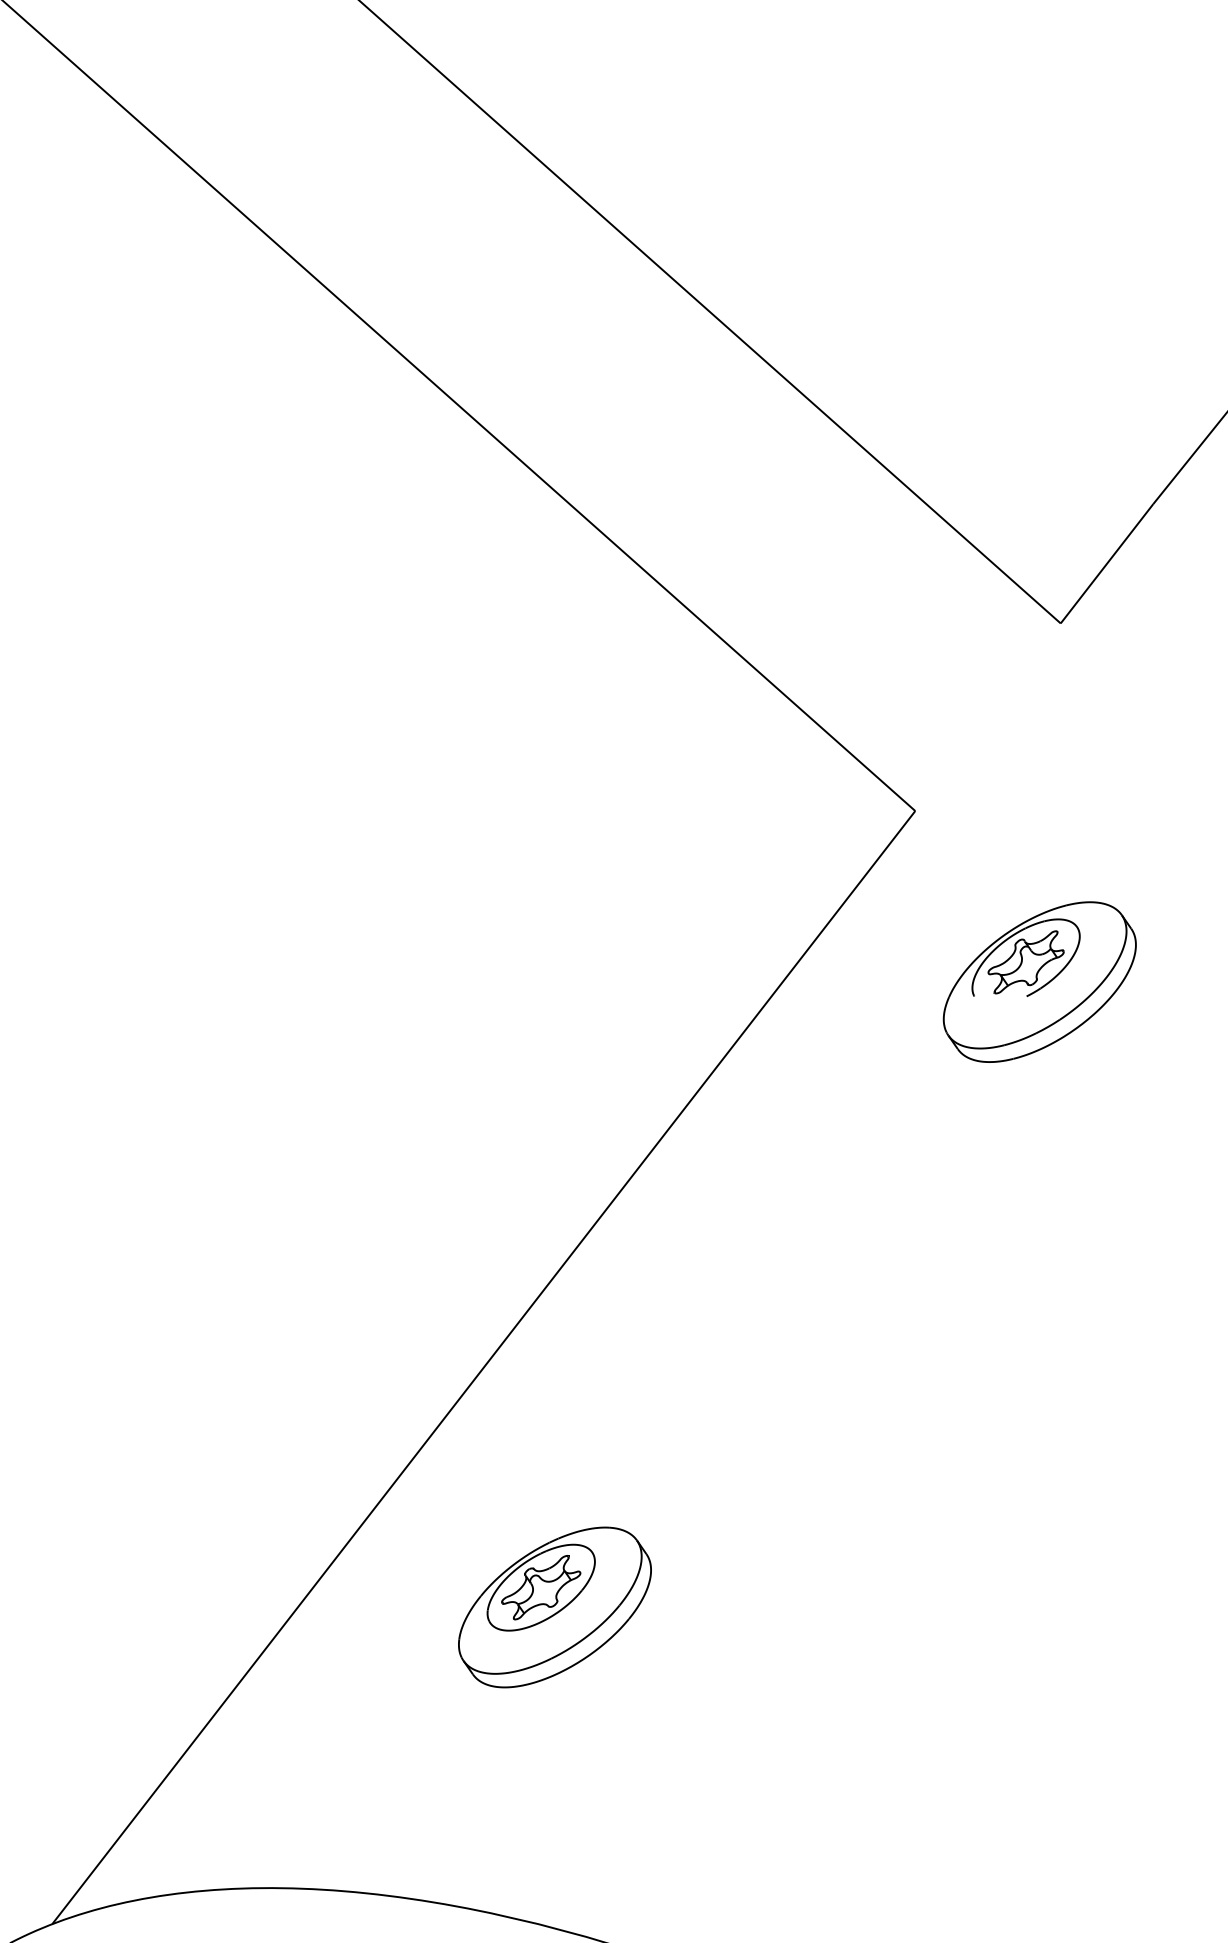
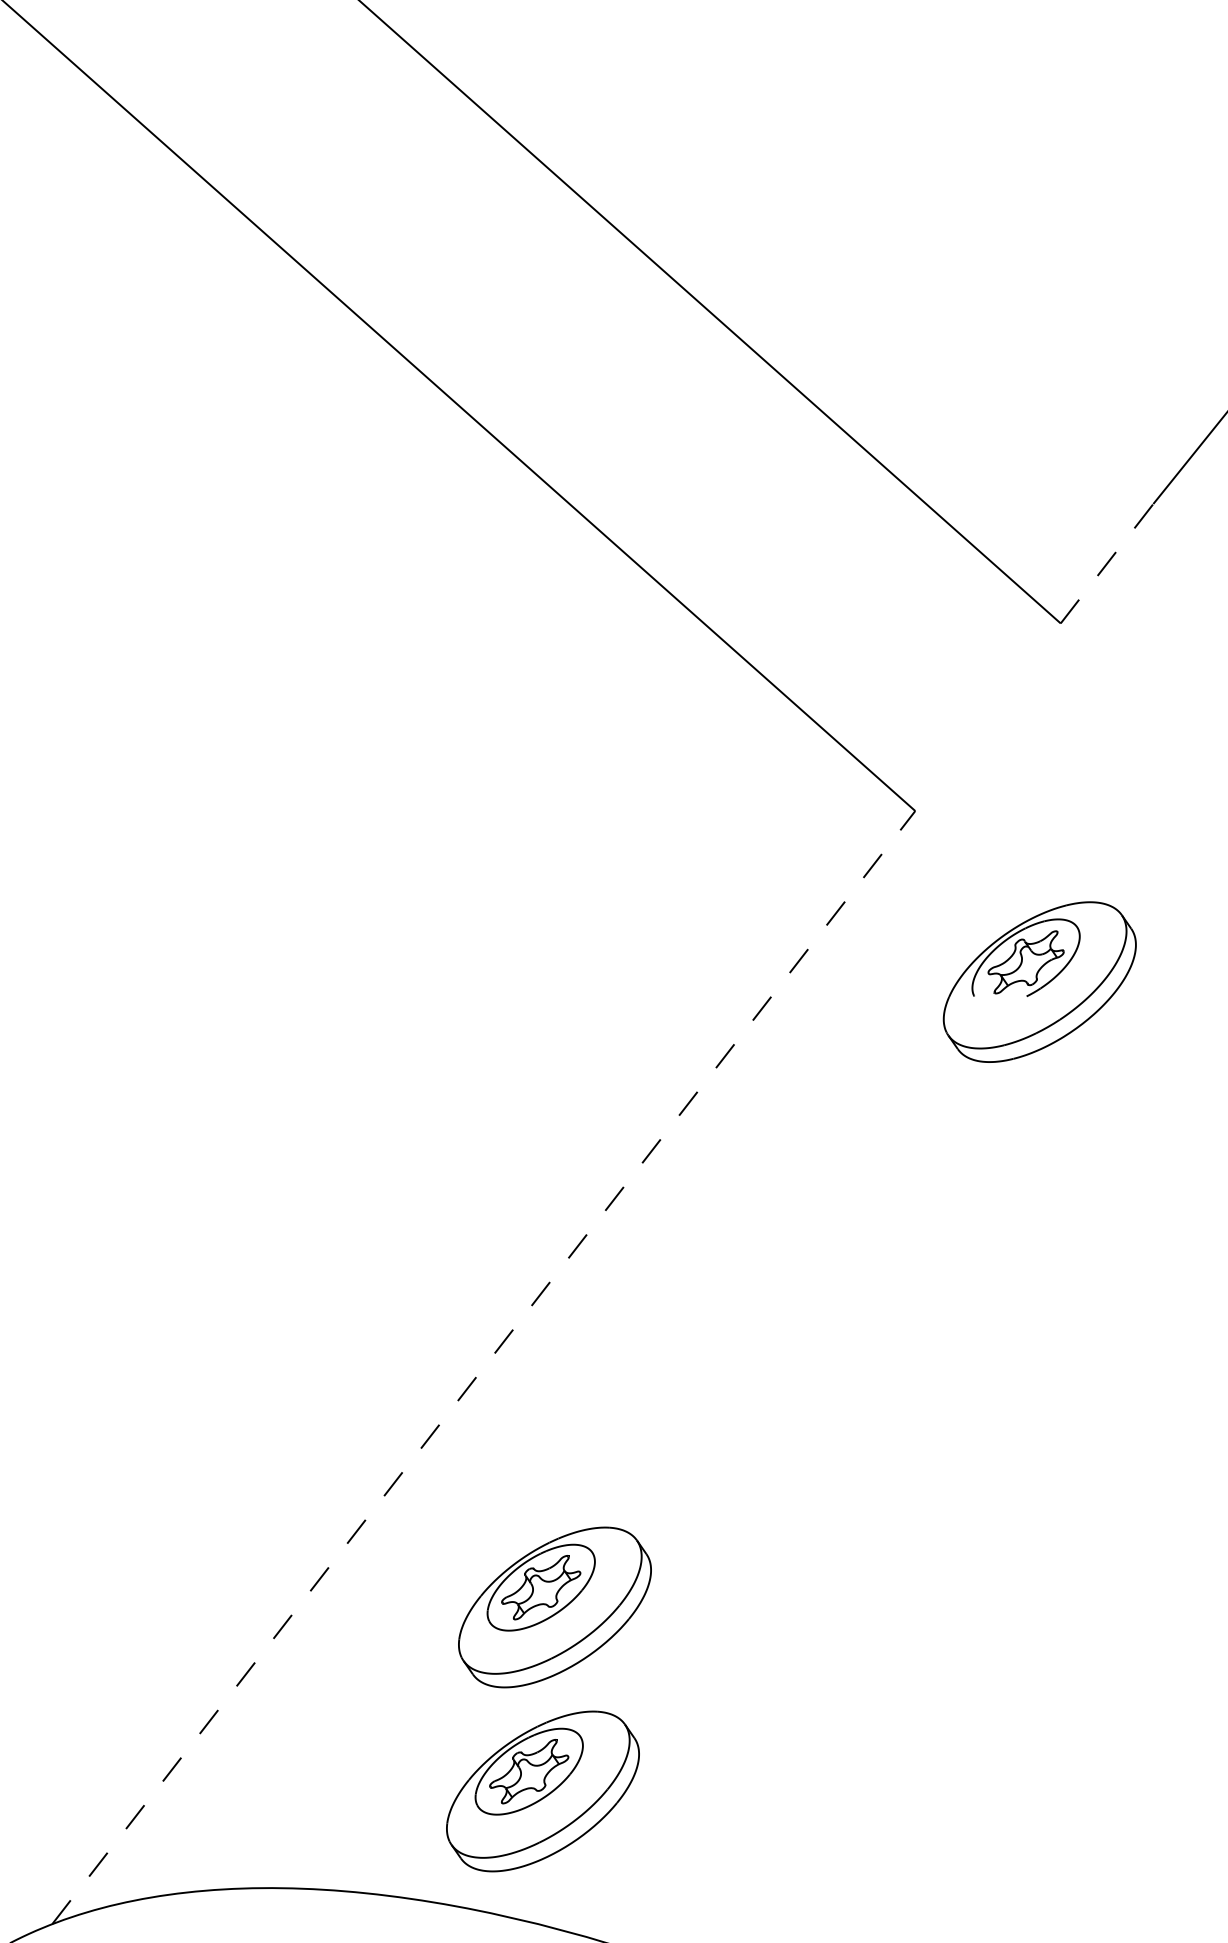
line at (1107, 563): solid -> dashed
line at (484, 1367): solid -> dashed
part at (542, 1791): none -> present
